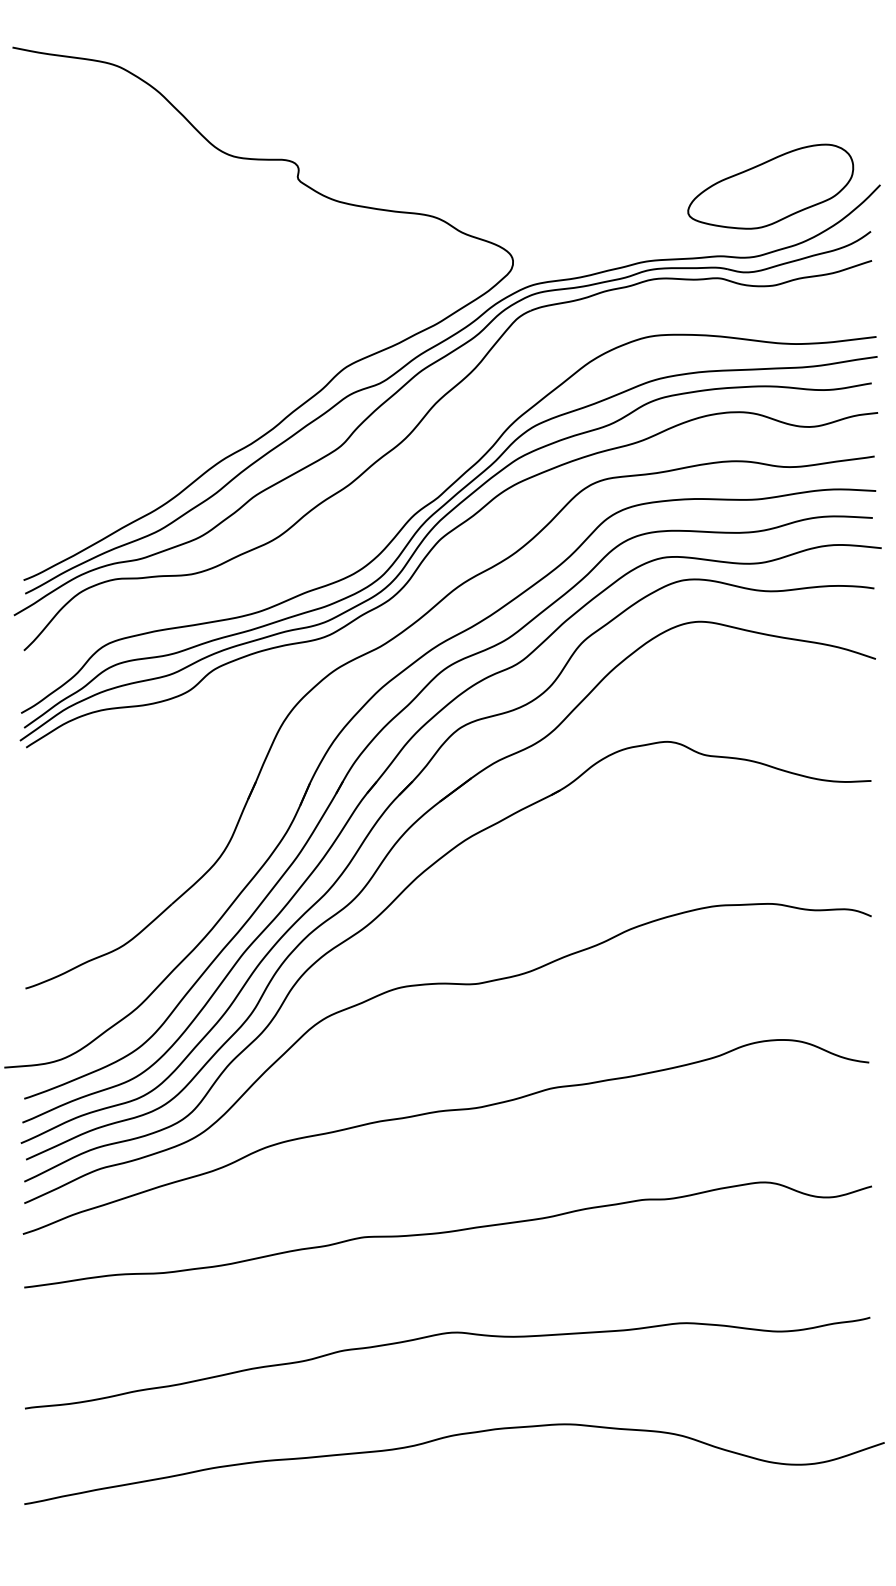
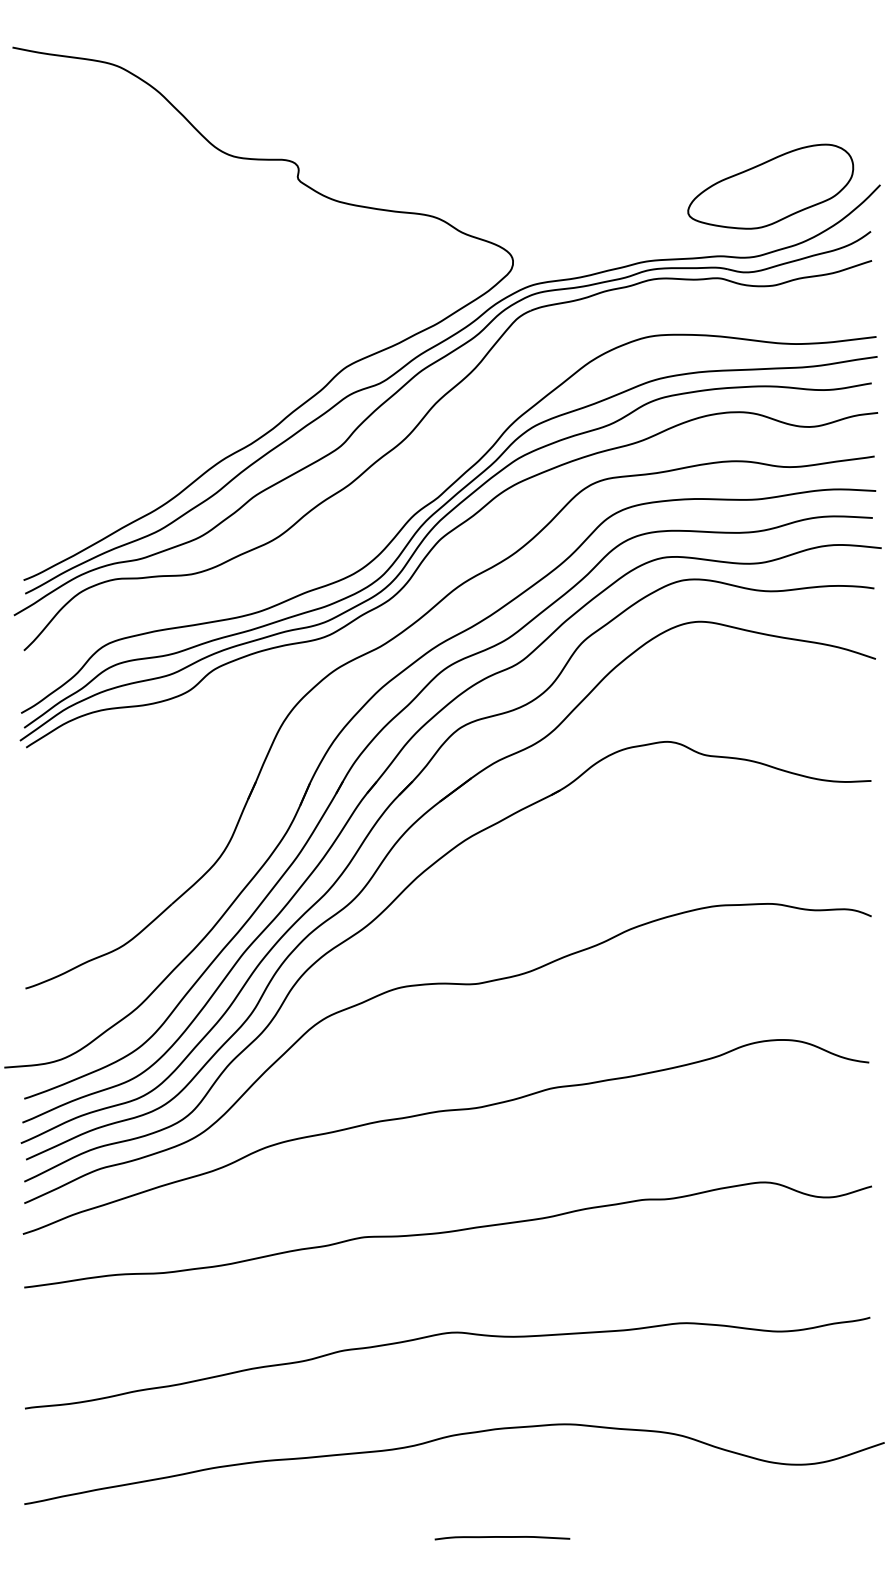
curve at (502, 1537): none -> present
